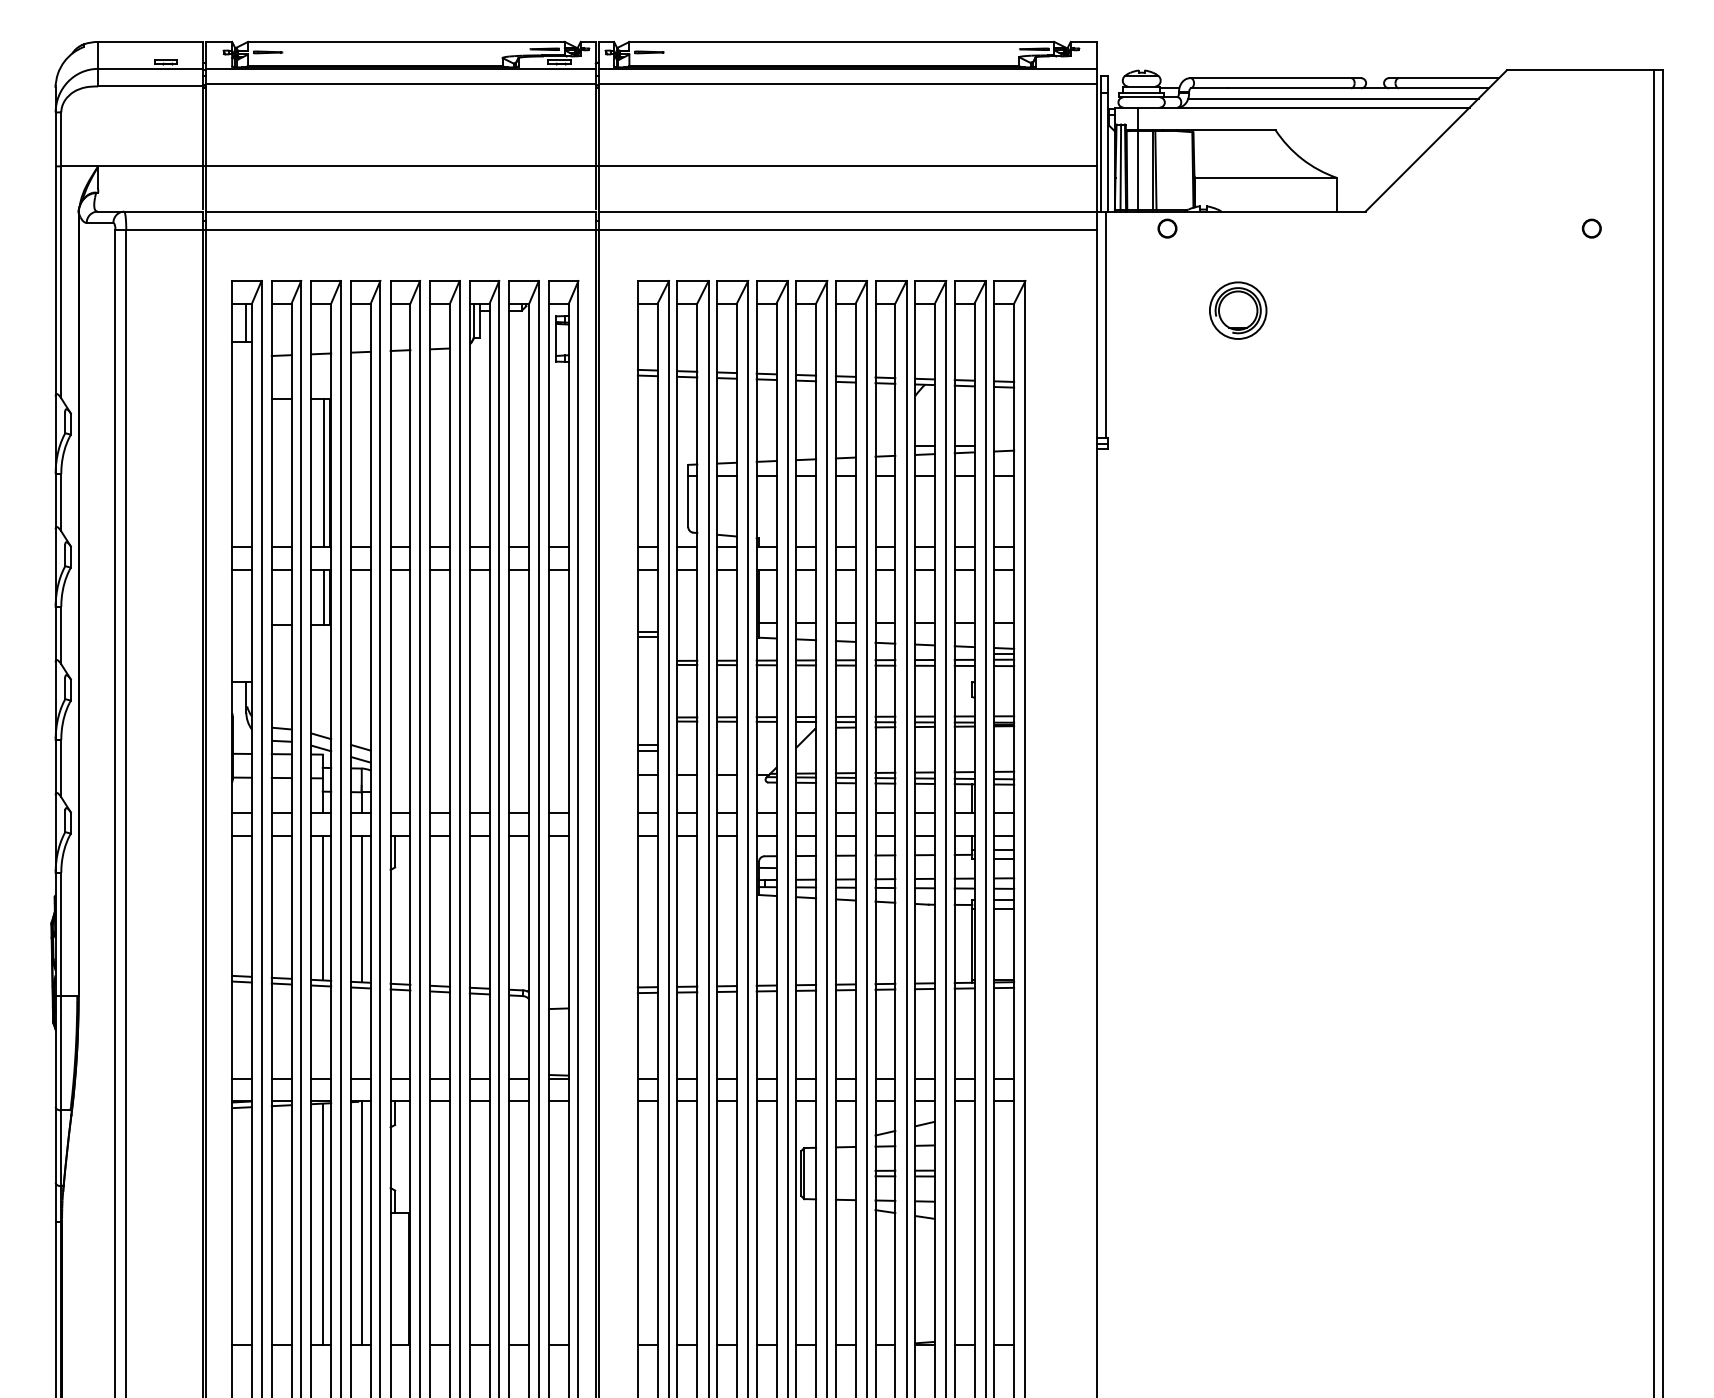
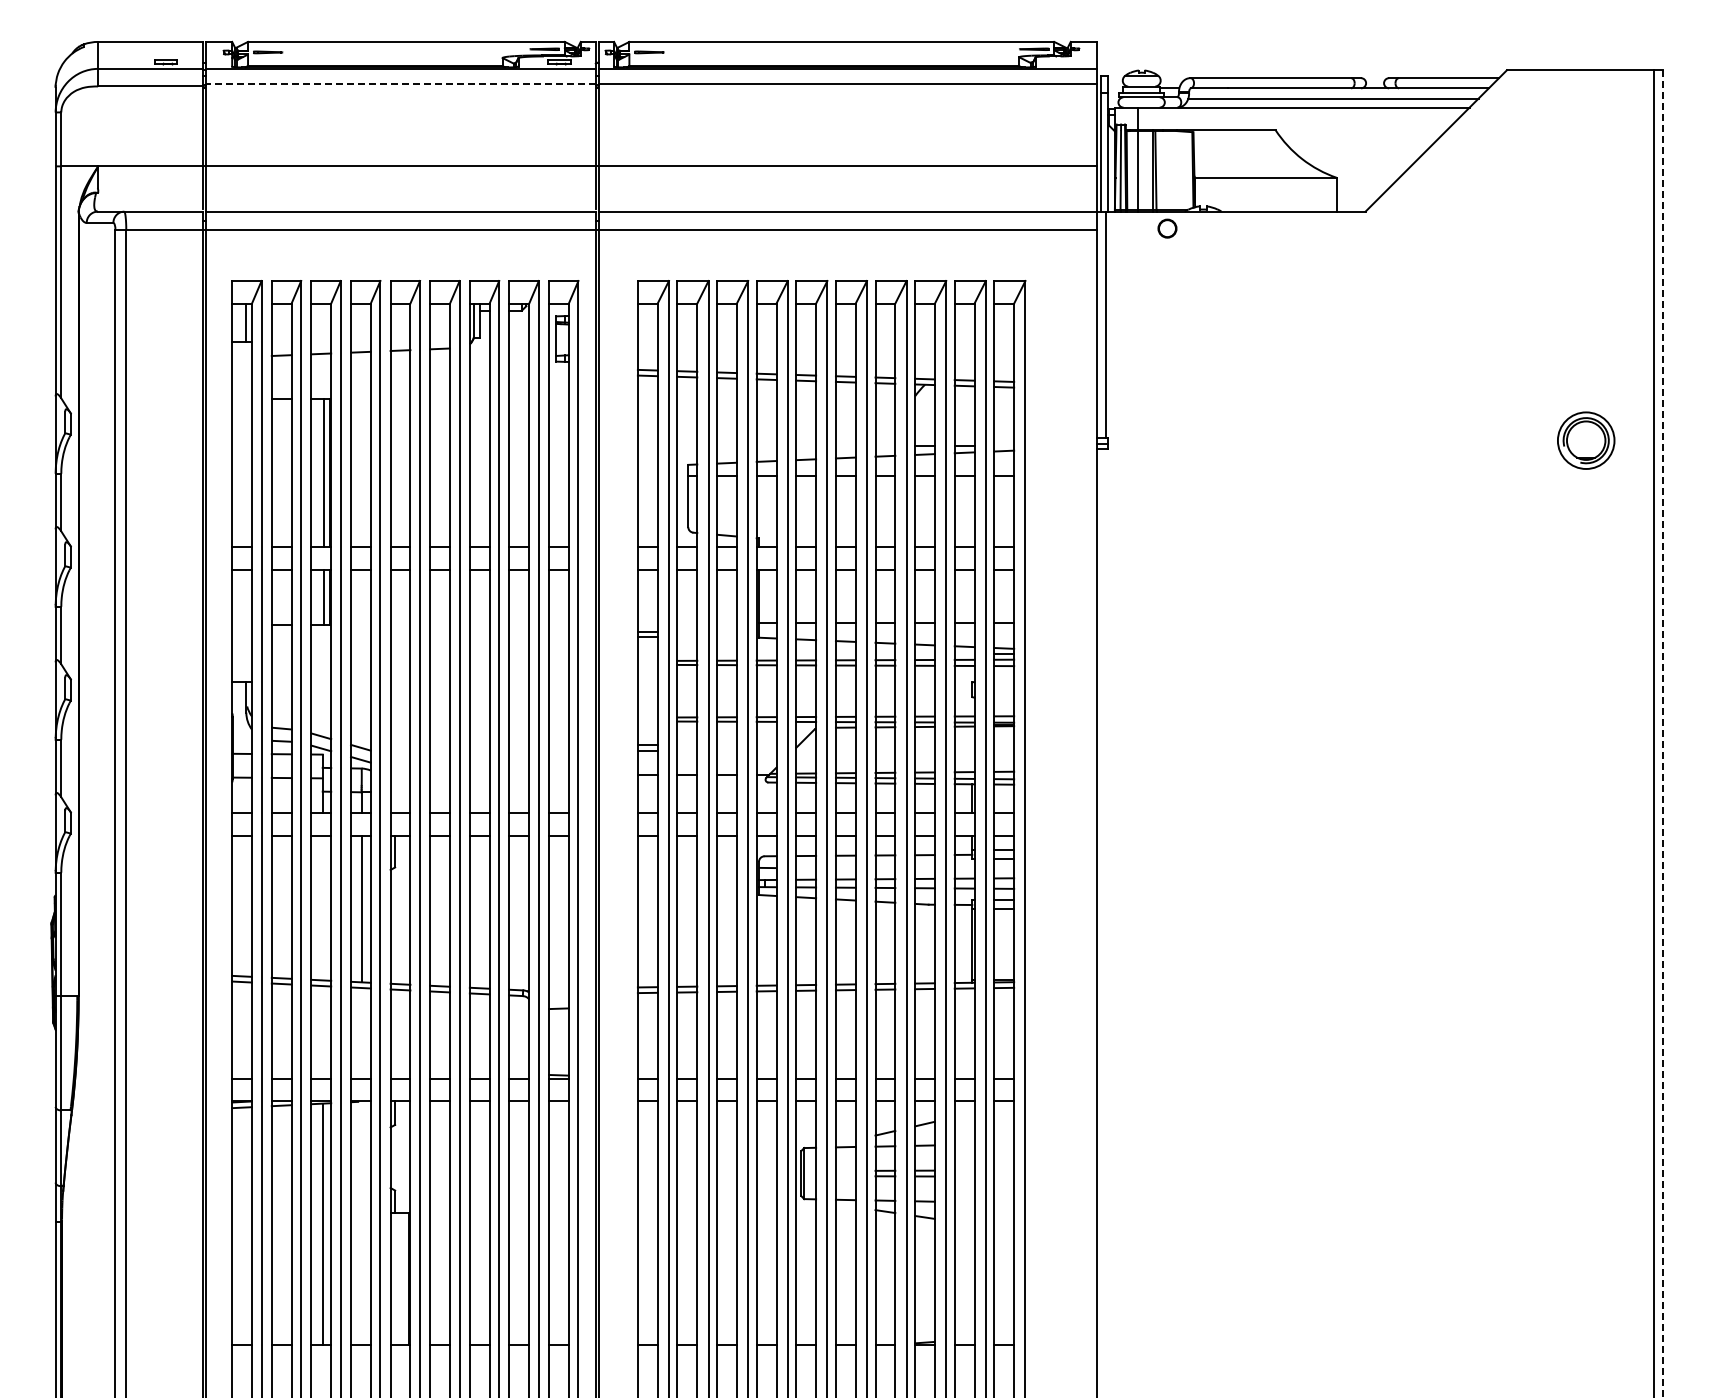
line at (400, 84): solid -> dashed
circle at (1591, 228): present -> none
part at (1238, 310) position: (1238, 310) -> (1586, 440)
line at (1662, 734): solid -> dashed
line at (322, 907): present -> none
line at (361, 1222): present -> none
